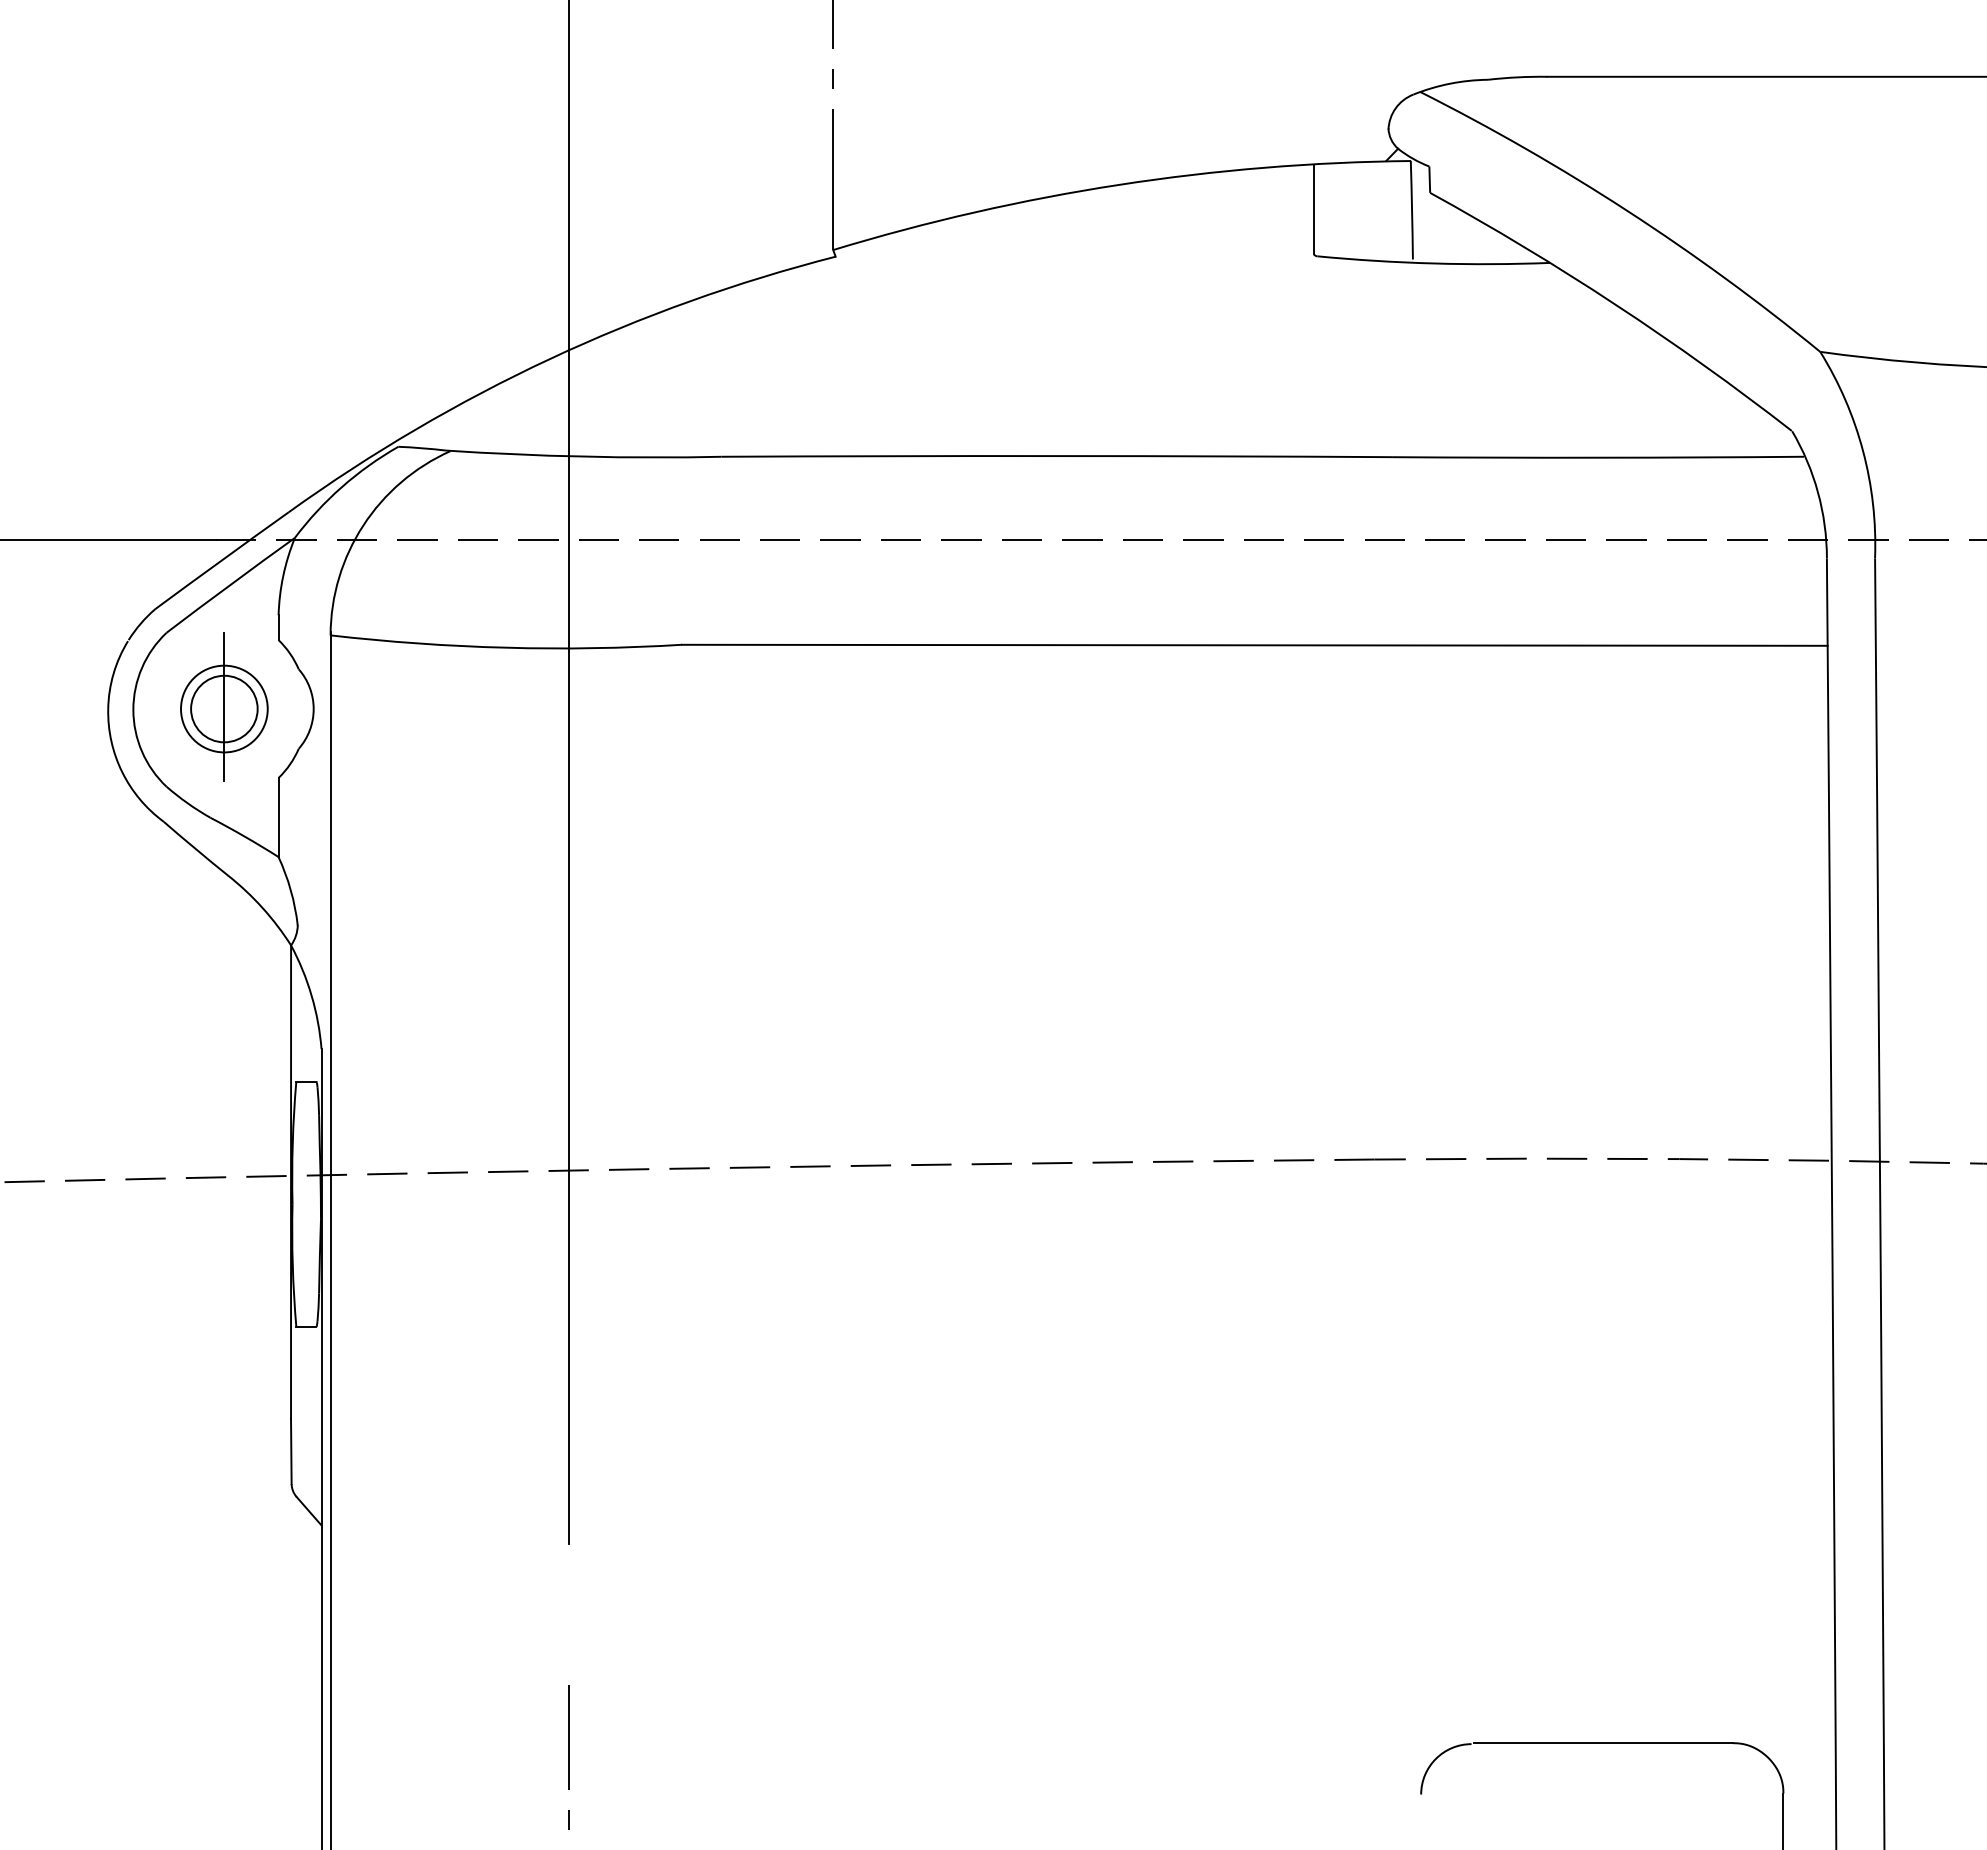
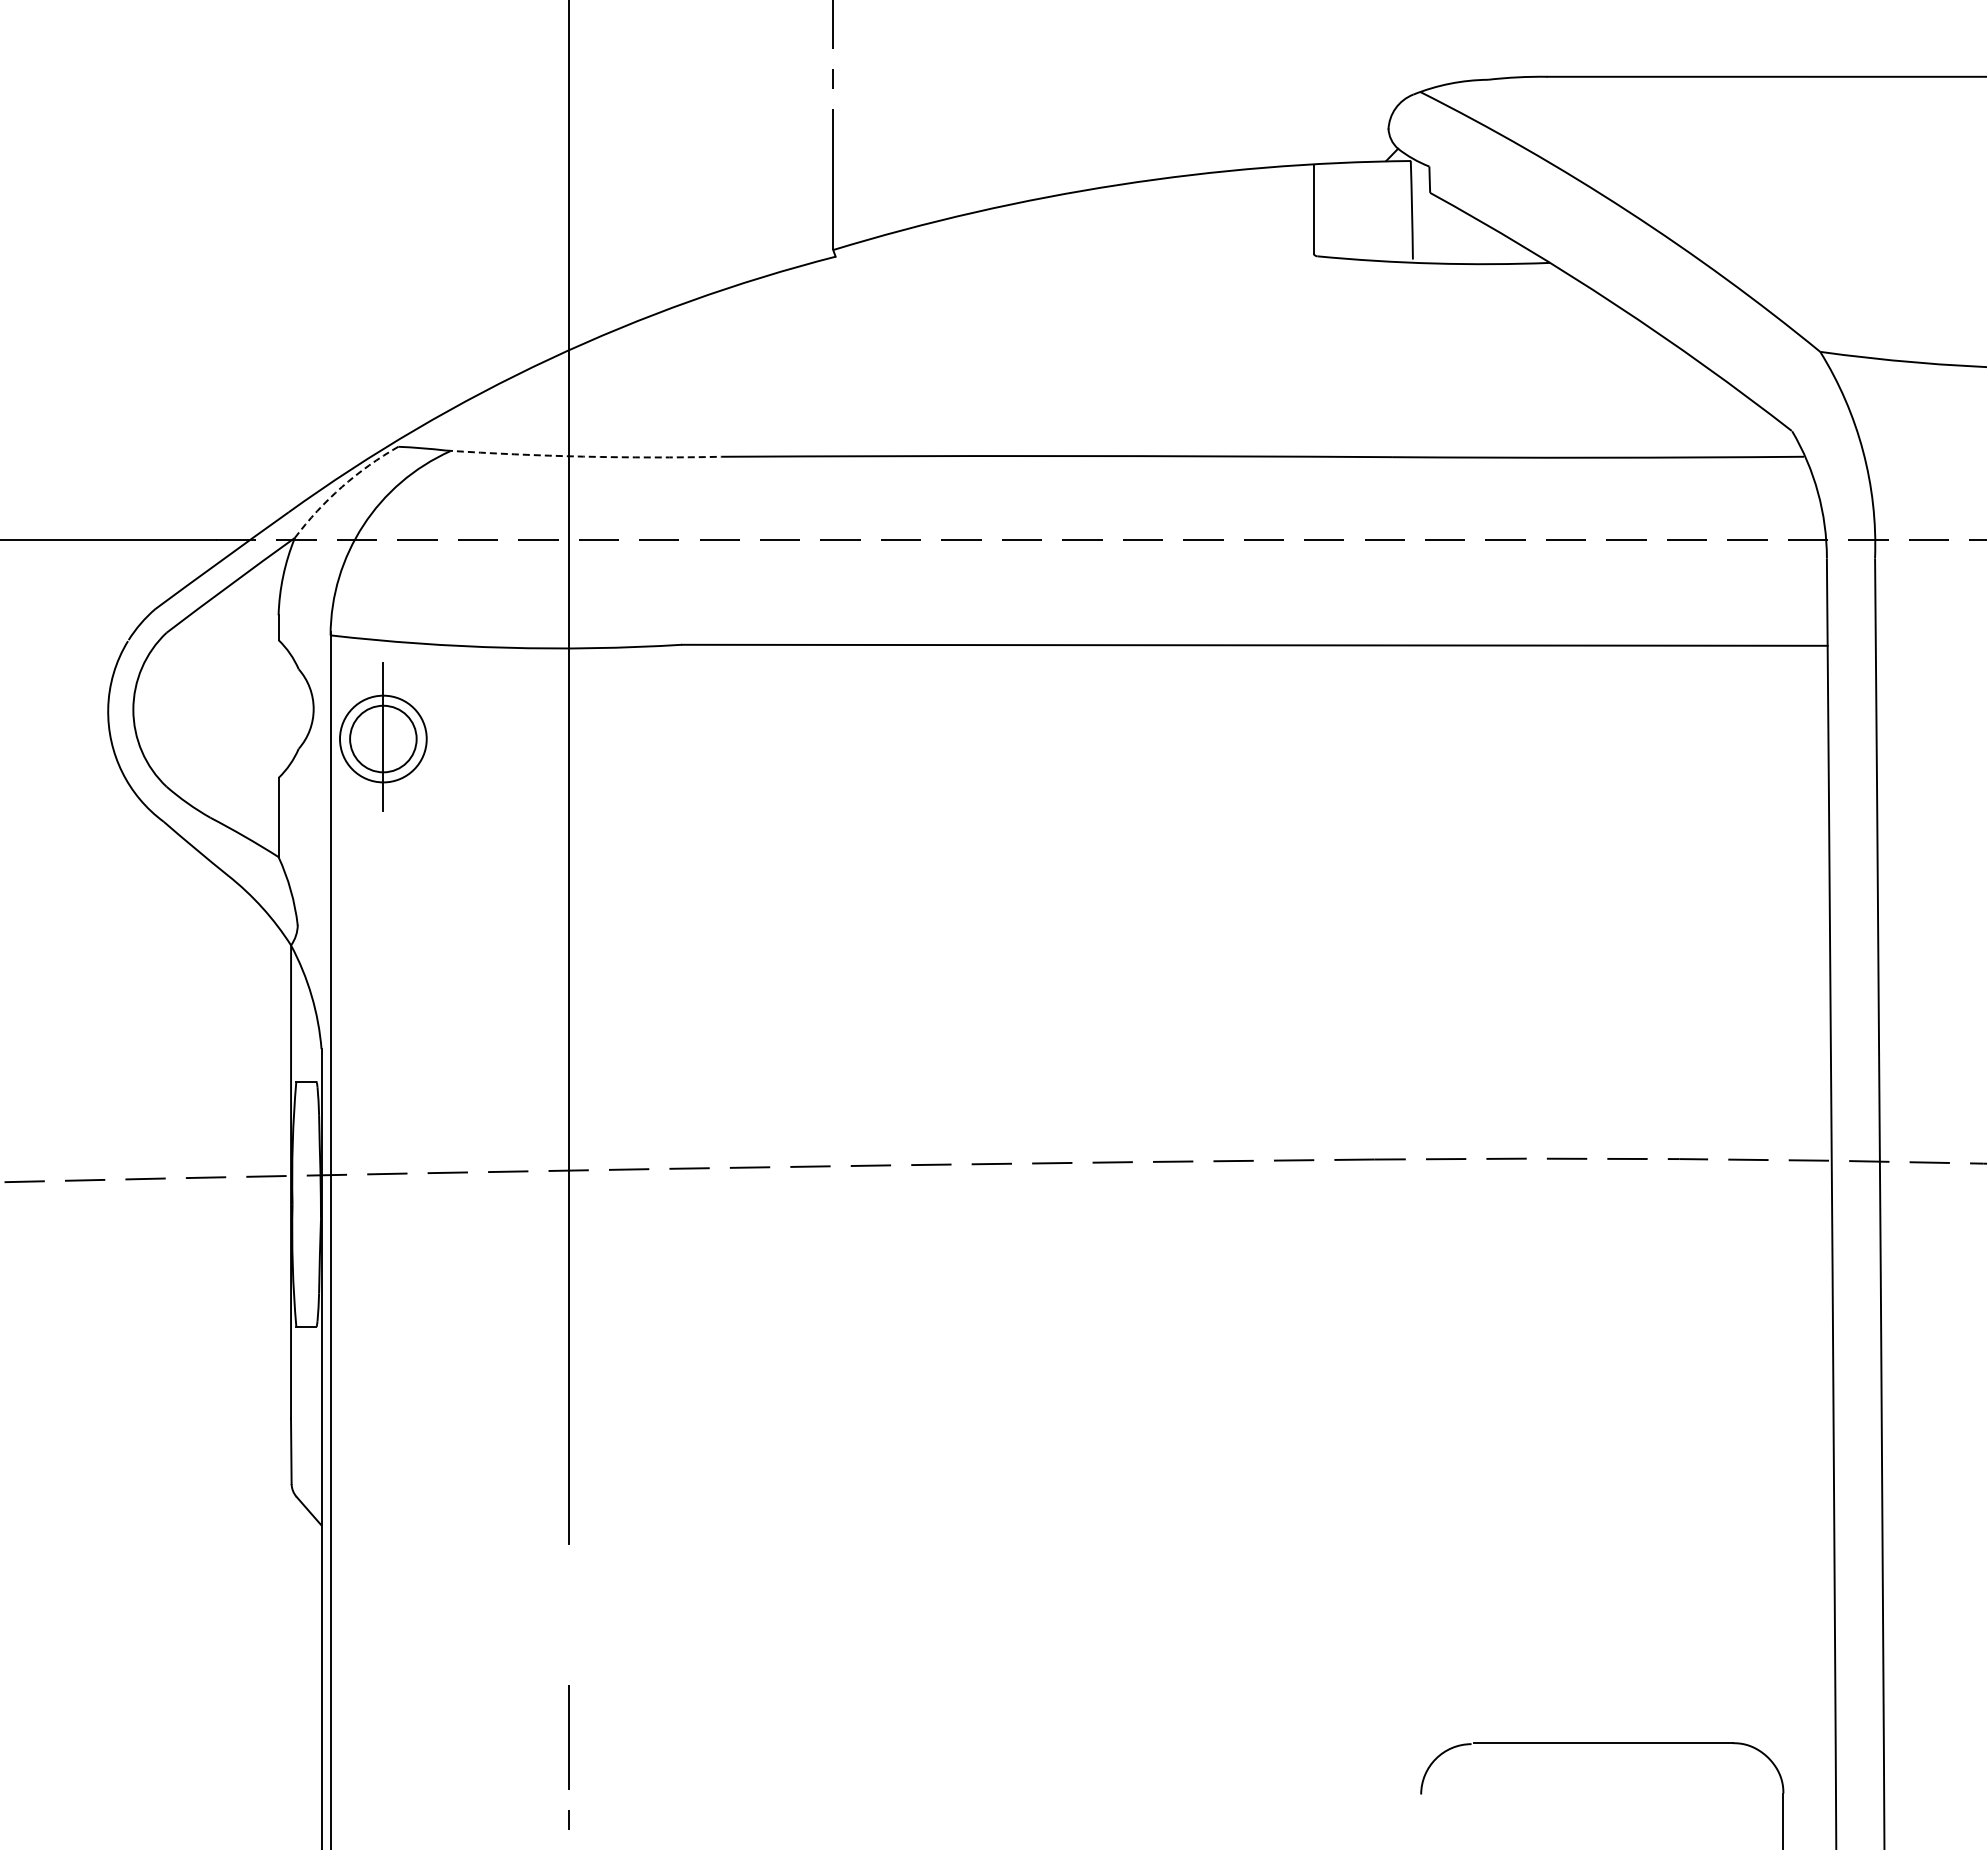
arc at (583, 456): solid -> dashed
arc at (341, 487): solid -> dashed
part at (224, 706) position: (224, 706) -> (383, 736)
